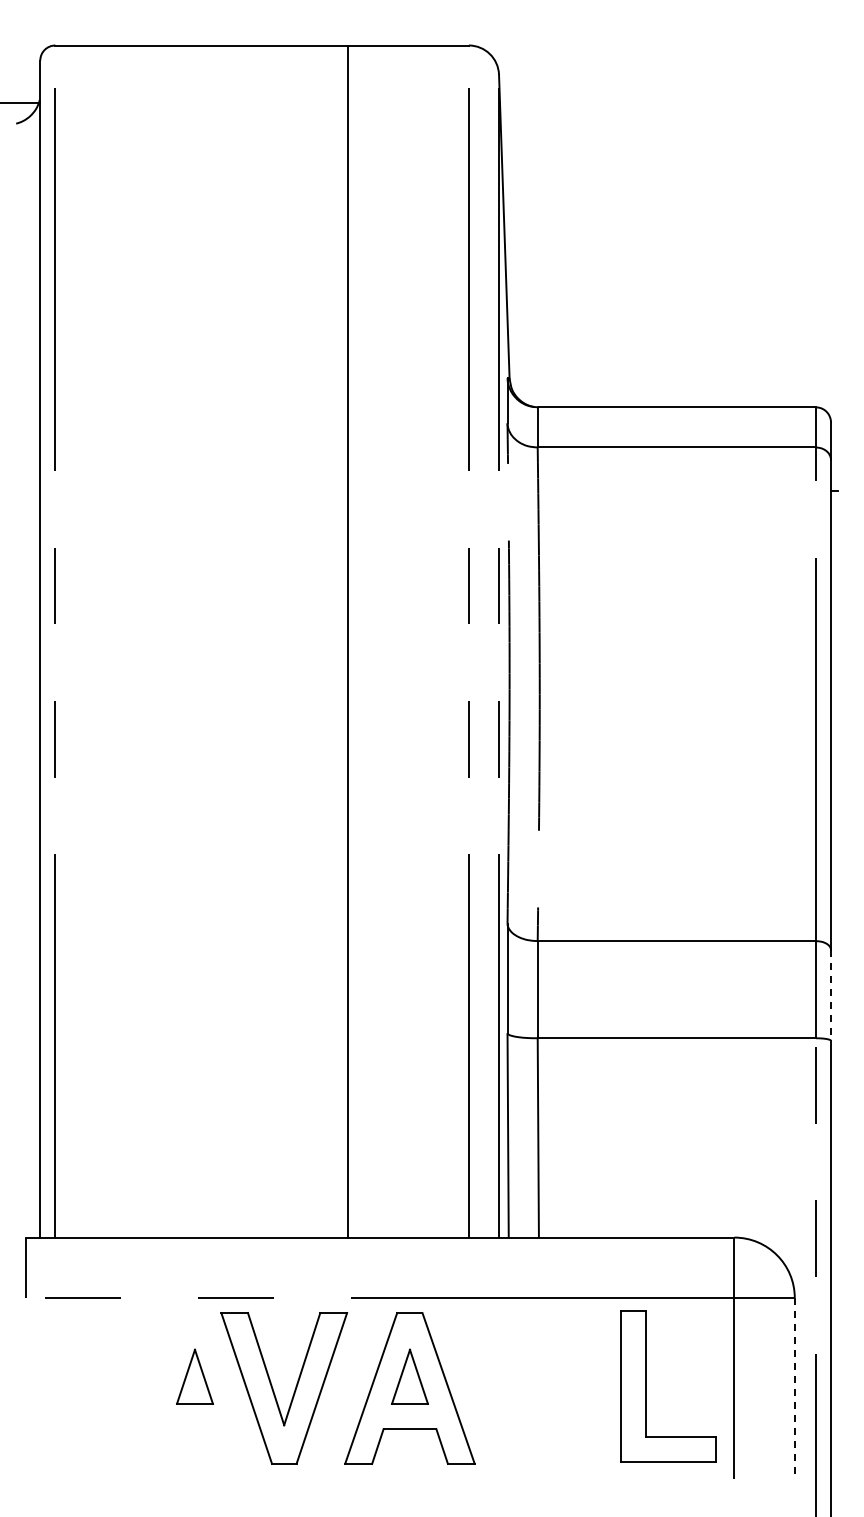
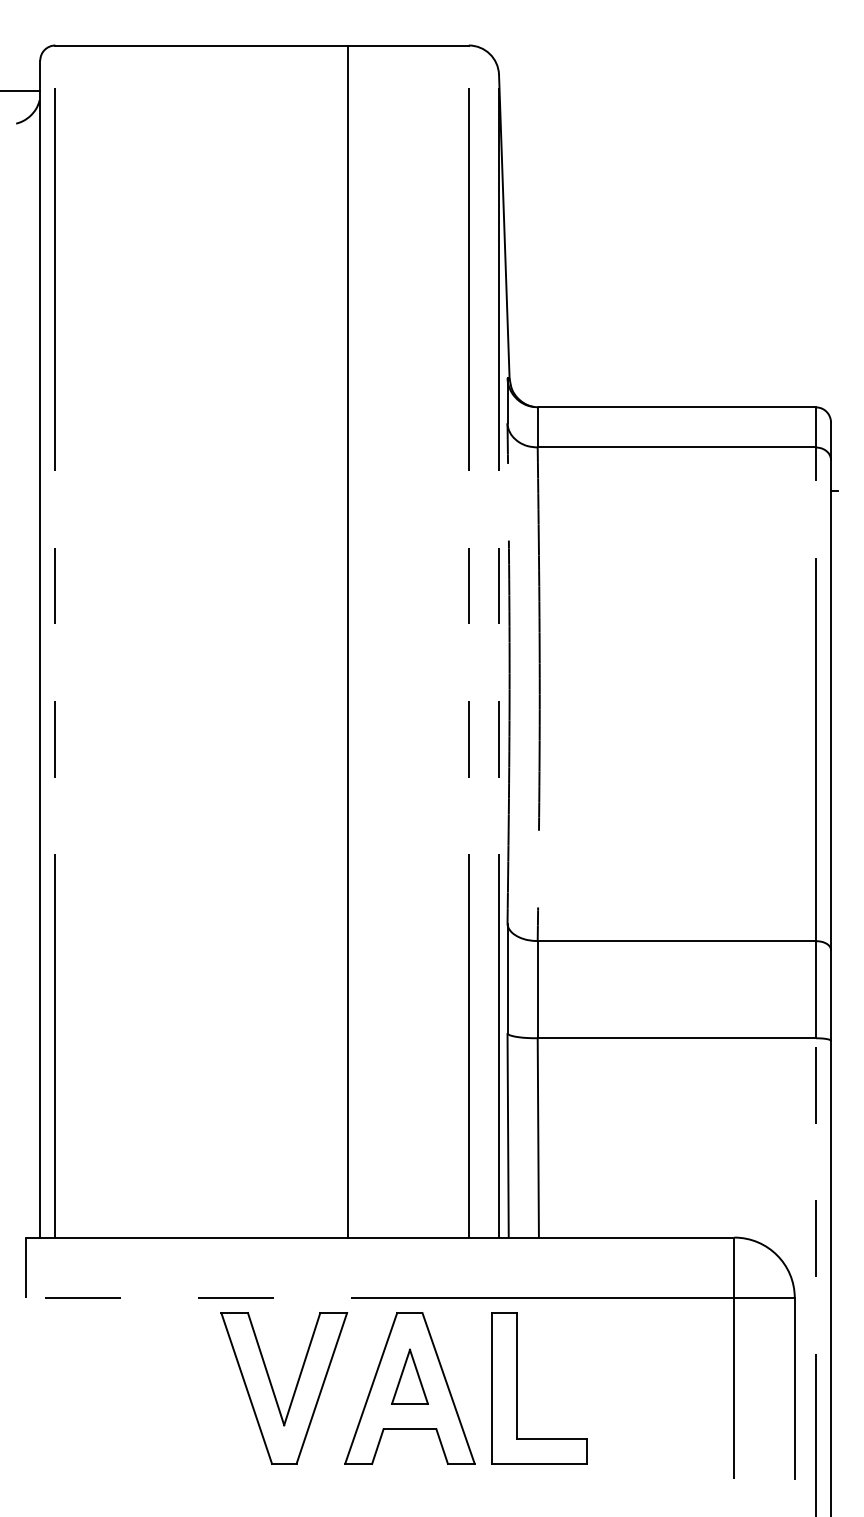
line at (21, 102) position: (21, 102) -> (21, 90)
line at (831, 995): dashed -> solid
part at (194, 1376): present -> none
part at (646, 1386) position: (646, 1386) -> (517, 1388)
line at (794, 1388): dashed -> solid
